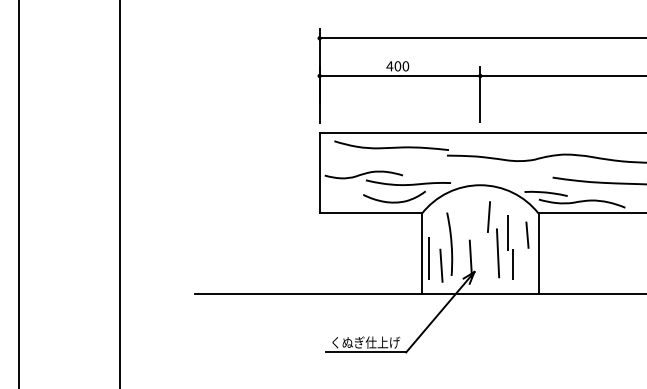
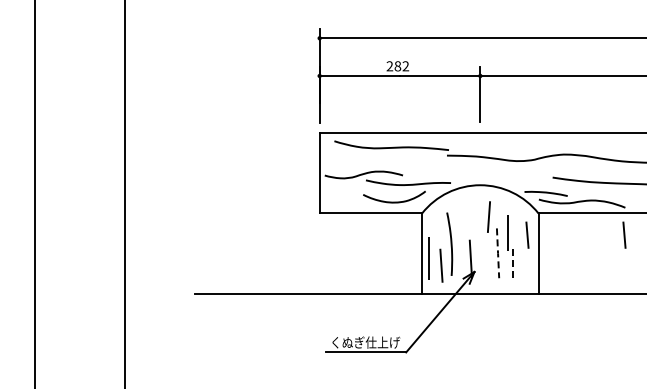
text at (397, 66): 400 -> 282
line at (19, 193) position: (19, 193) -> (35, 193)
line at (119, 193) position: (119, 193) -> (124, 193)
line at (624, 234): none -> present
line at (498, 253): solid -> dashed
line at (512, 264): solid -> dashed
